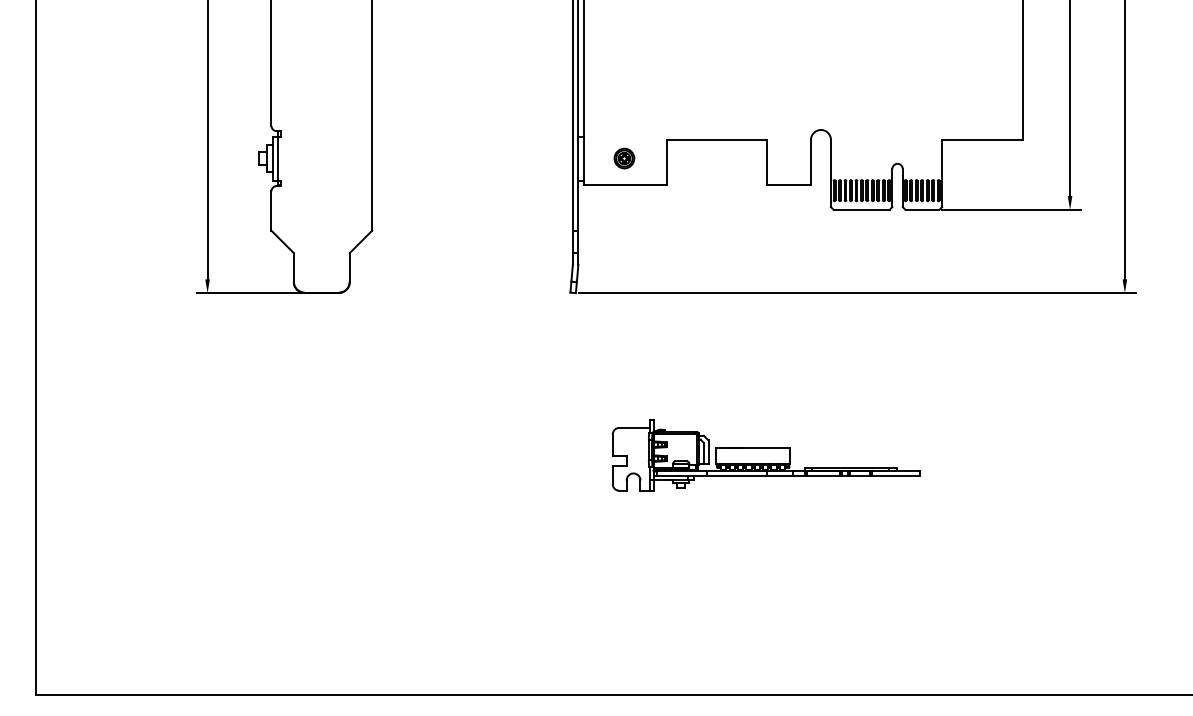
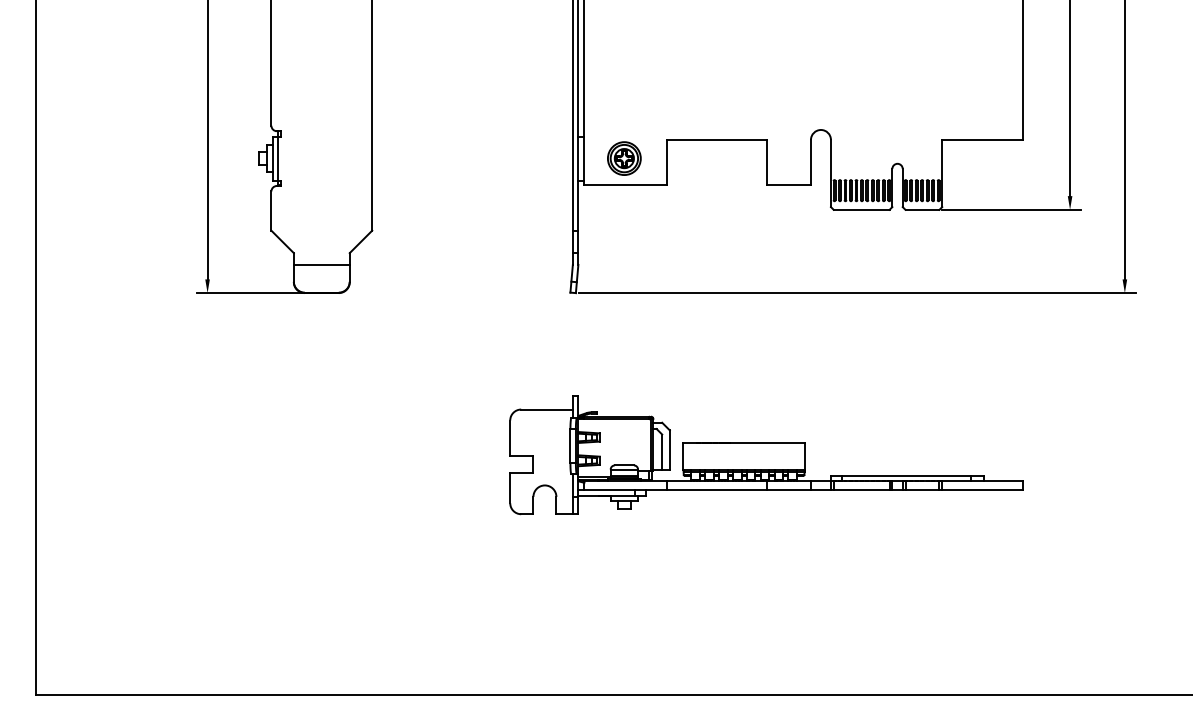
part at (624, 158) size: 23x23 px -> 35x35 px
line at (321, 264): none -> present
part at (765, 455) size: 310x73 px -> 515x121 px
